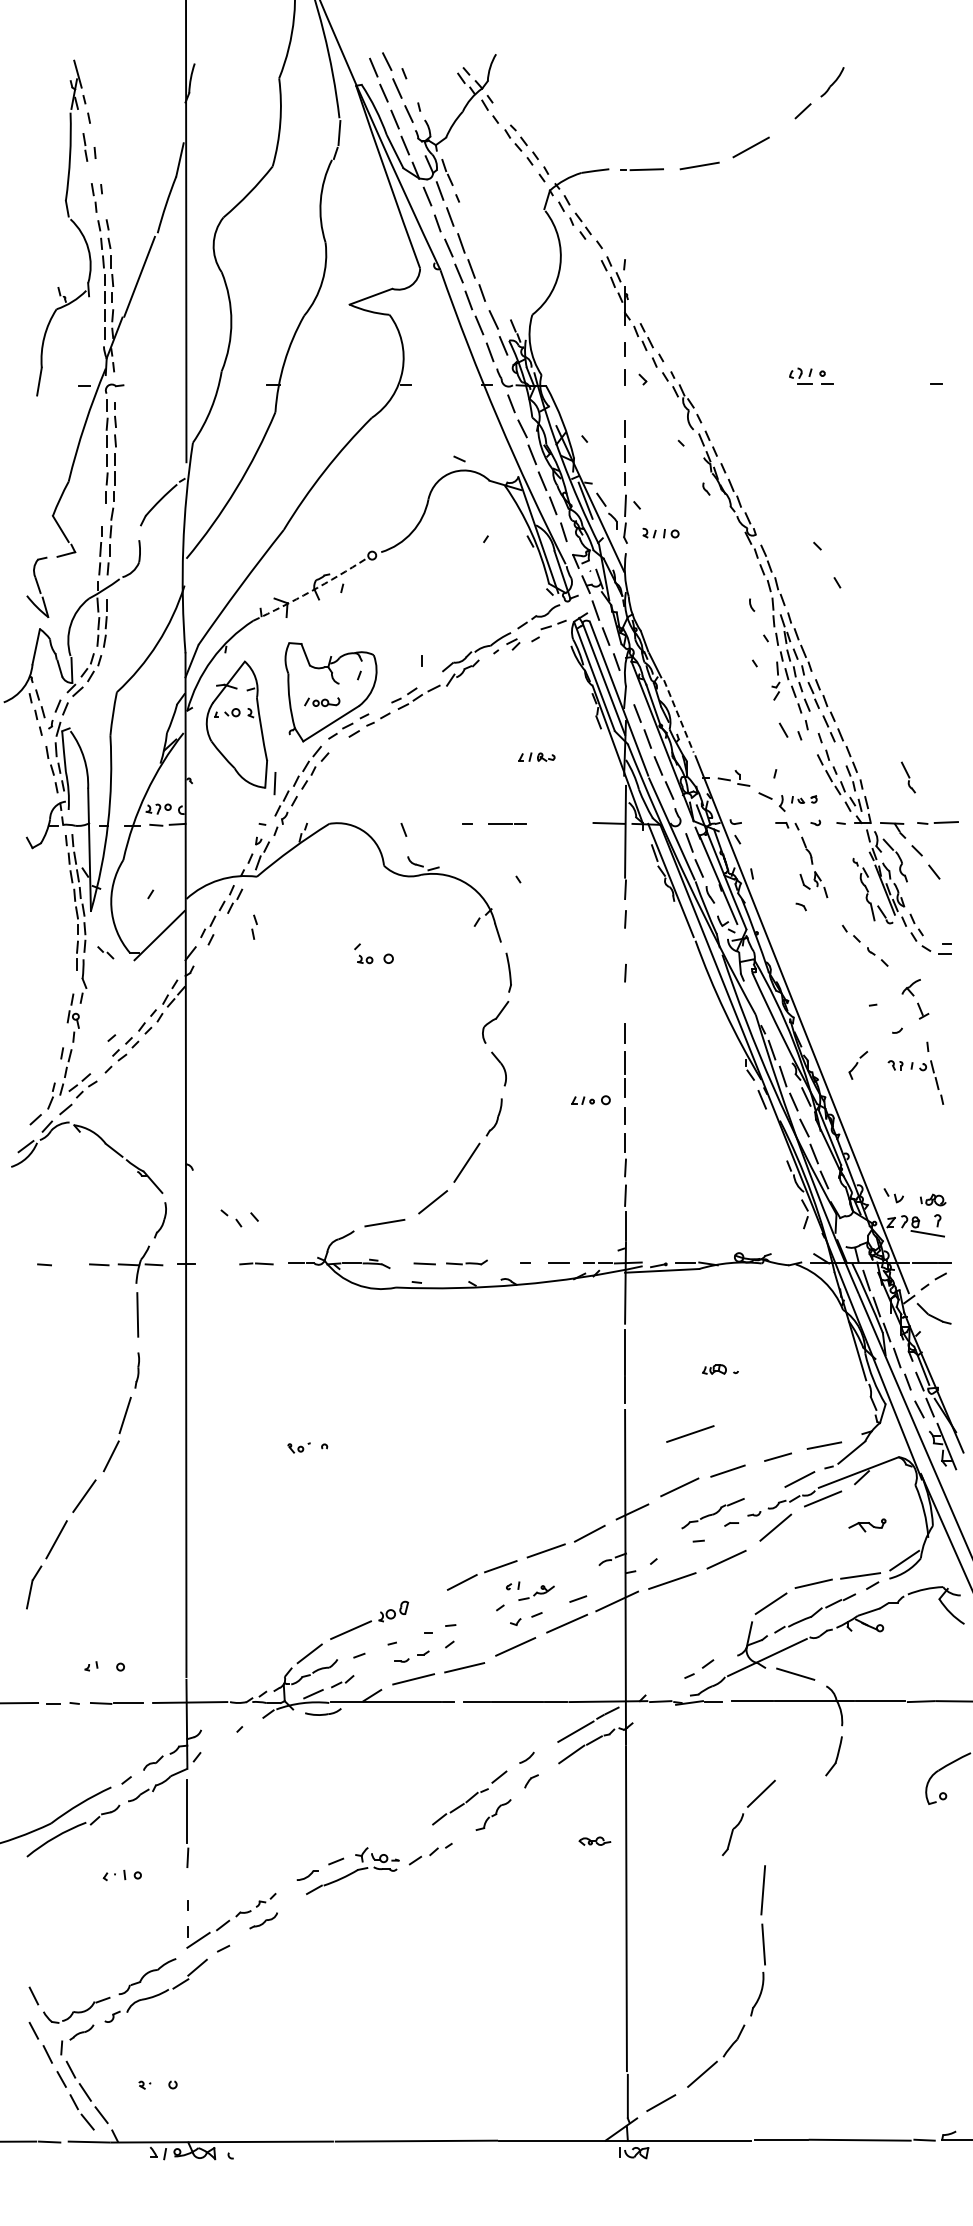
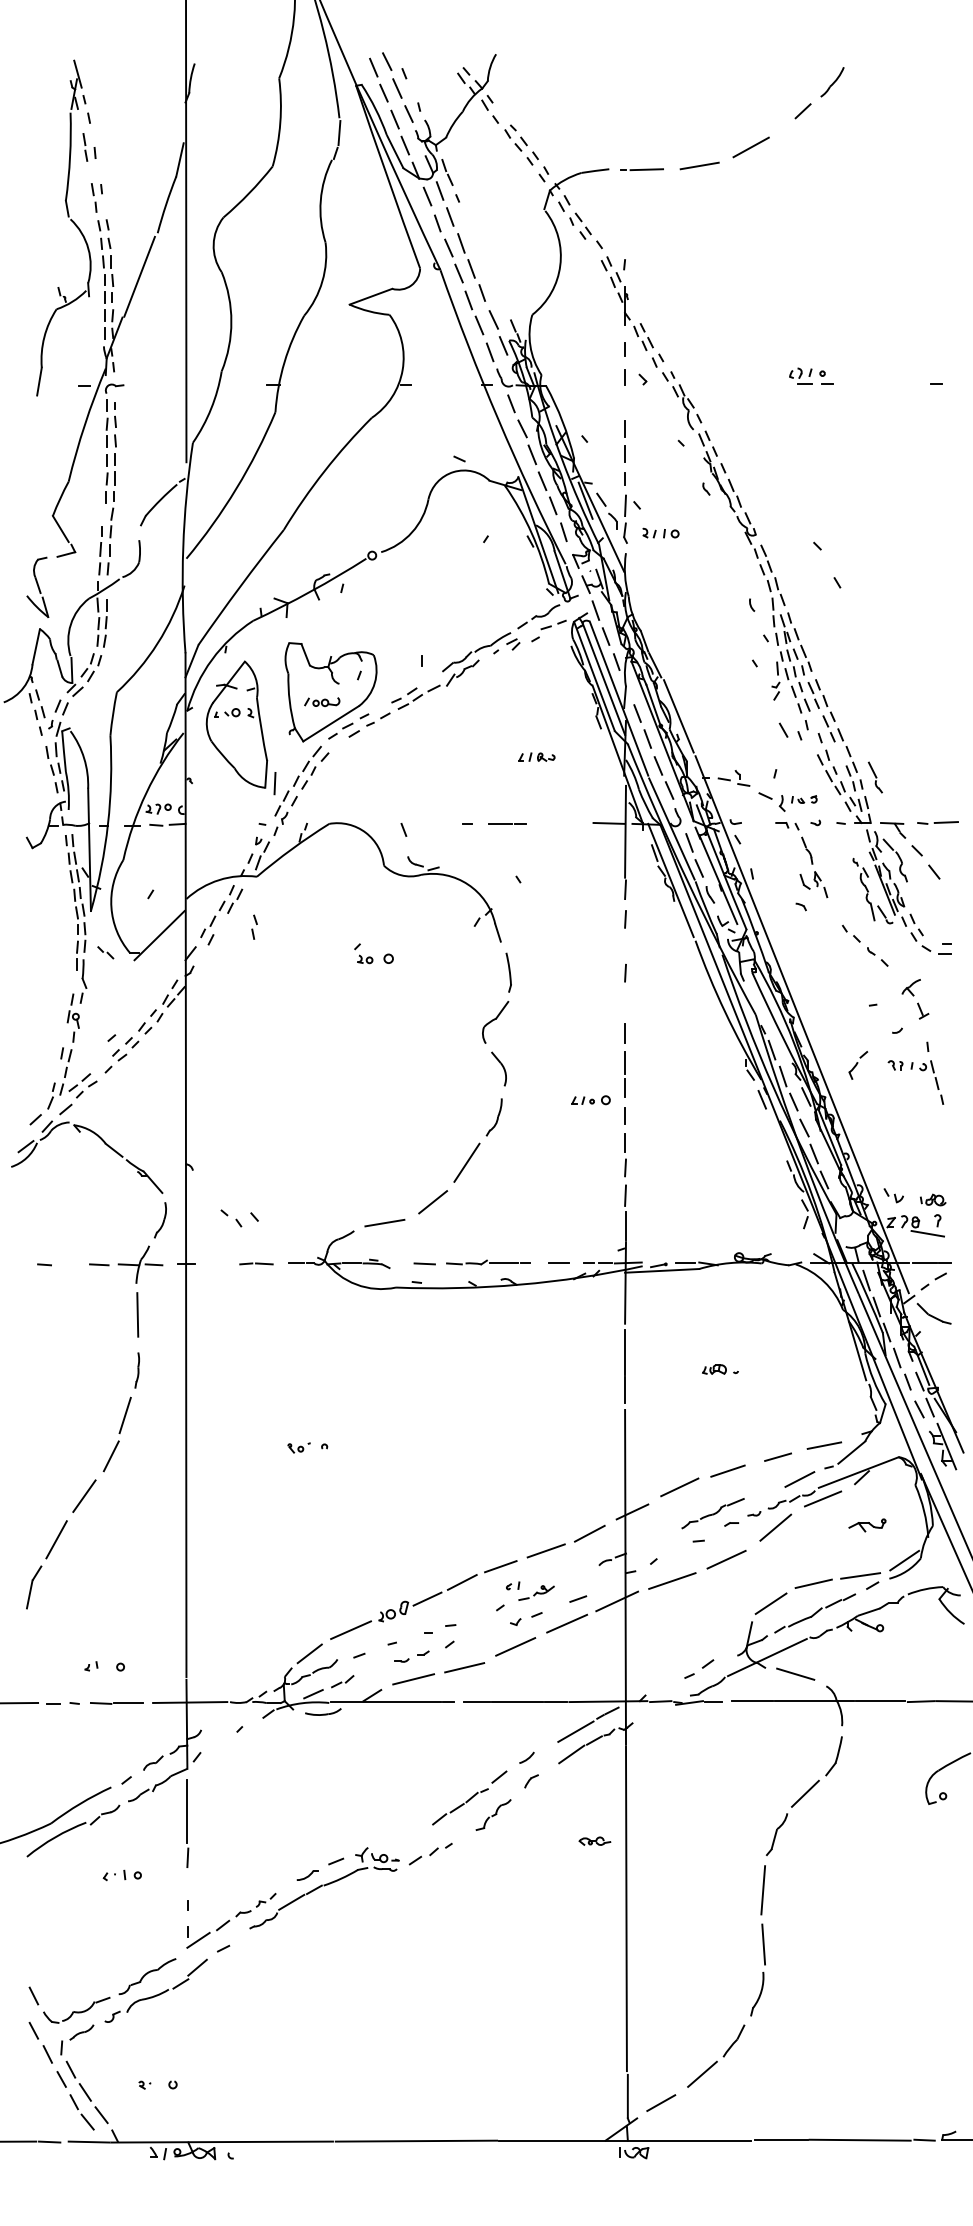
arc at (310, 591): dashed -> solid
line at (679, 716): dashed -> solid
part at (907, 777) position: (907, 777) -> (874, 777)
line at (503, 1263): none -> present
line at (690, 1433): present -> none
line at (427, 1598): none -> present
part at (748, 1817) position: (748, 1817) -> (792, 1817)
line at (291, 1901): none -> present
